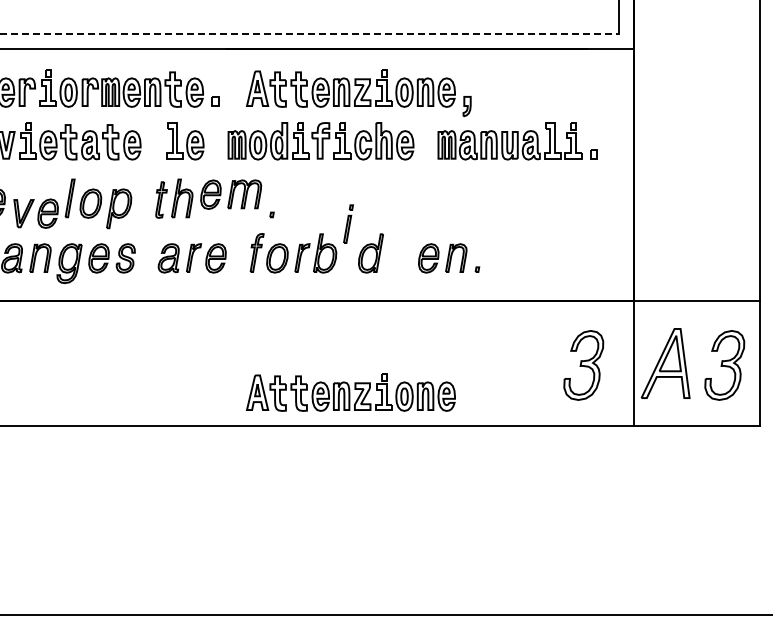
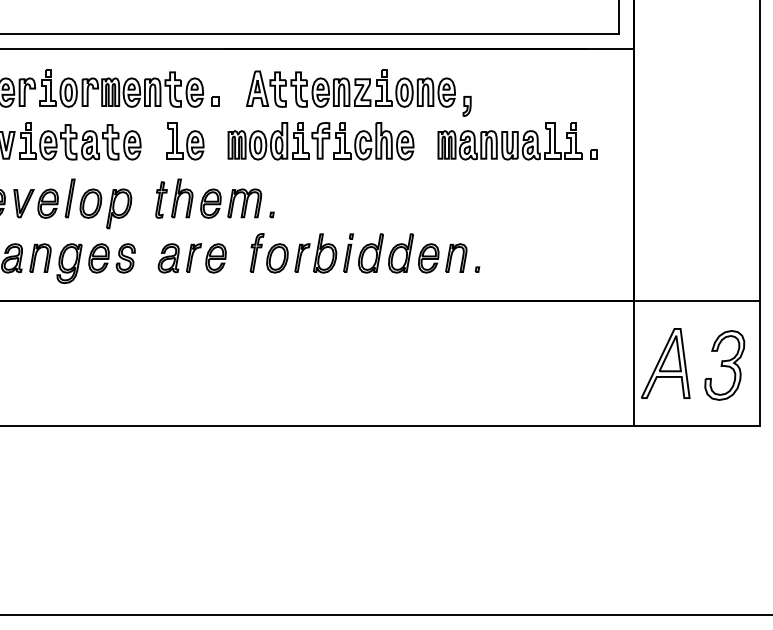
line at (309, 33): dashed -> solid
part at (231, 194) position: (231, 194) -> (231, 203)
part at (35, 213) position: (35, 213) -> (35, 203)
part at (348, 223) position: (348, 223) -> (348, 252)
part at (400, 253): none -> present
part at (583, 365): present -> none
part at (350, 392): present -> none
